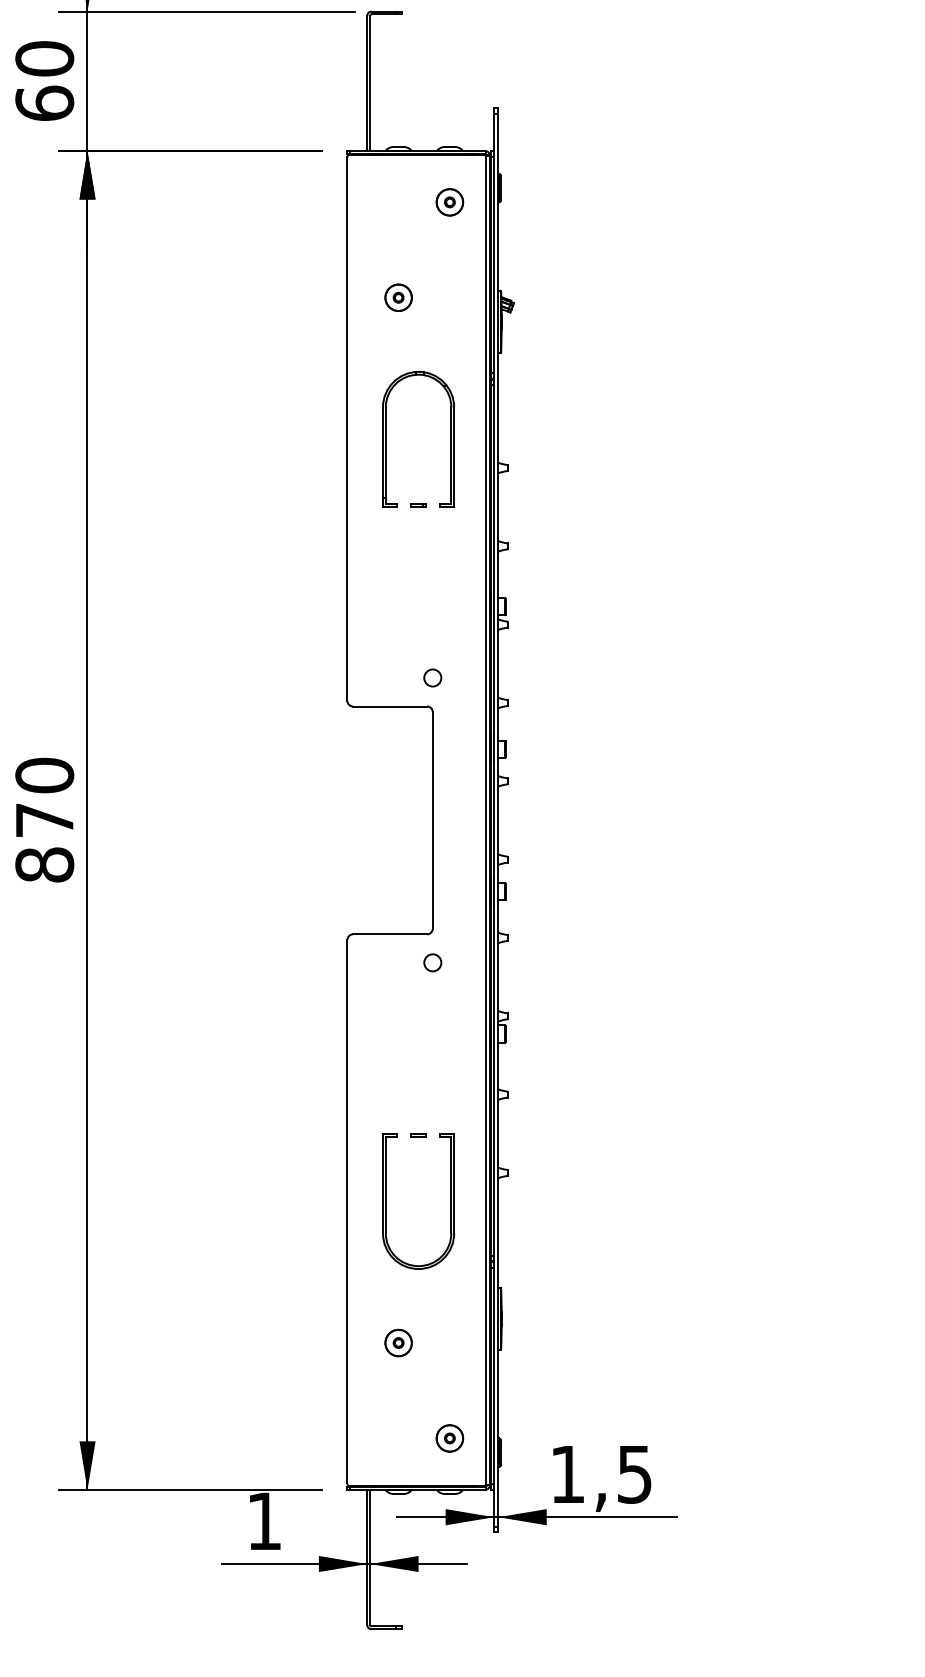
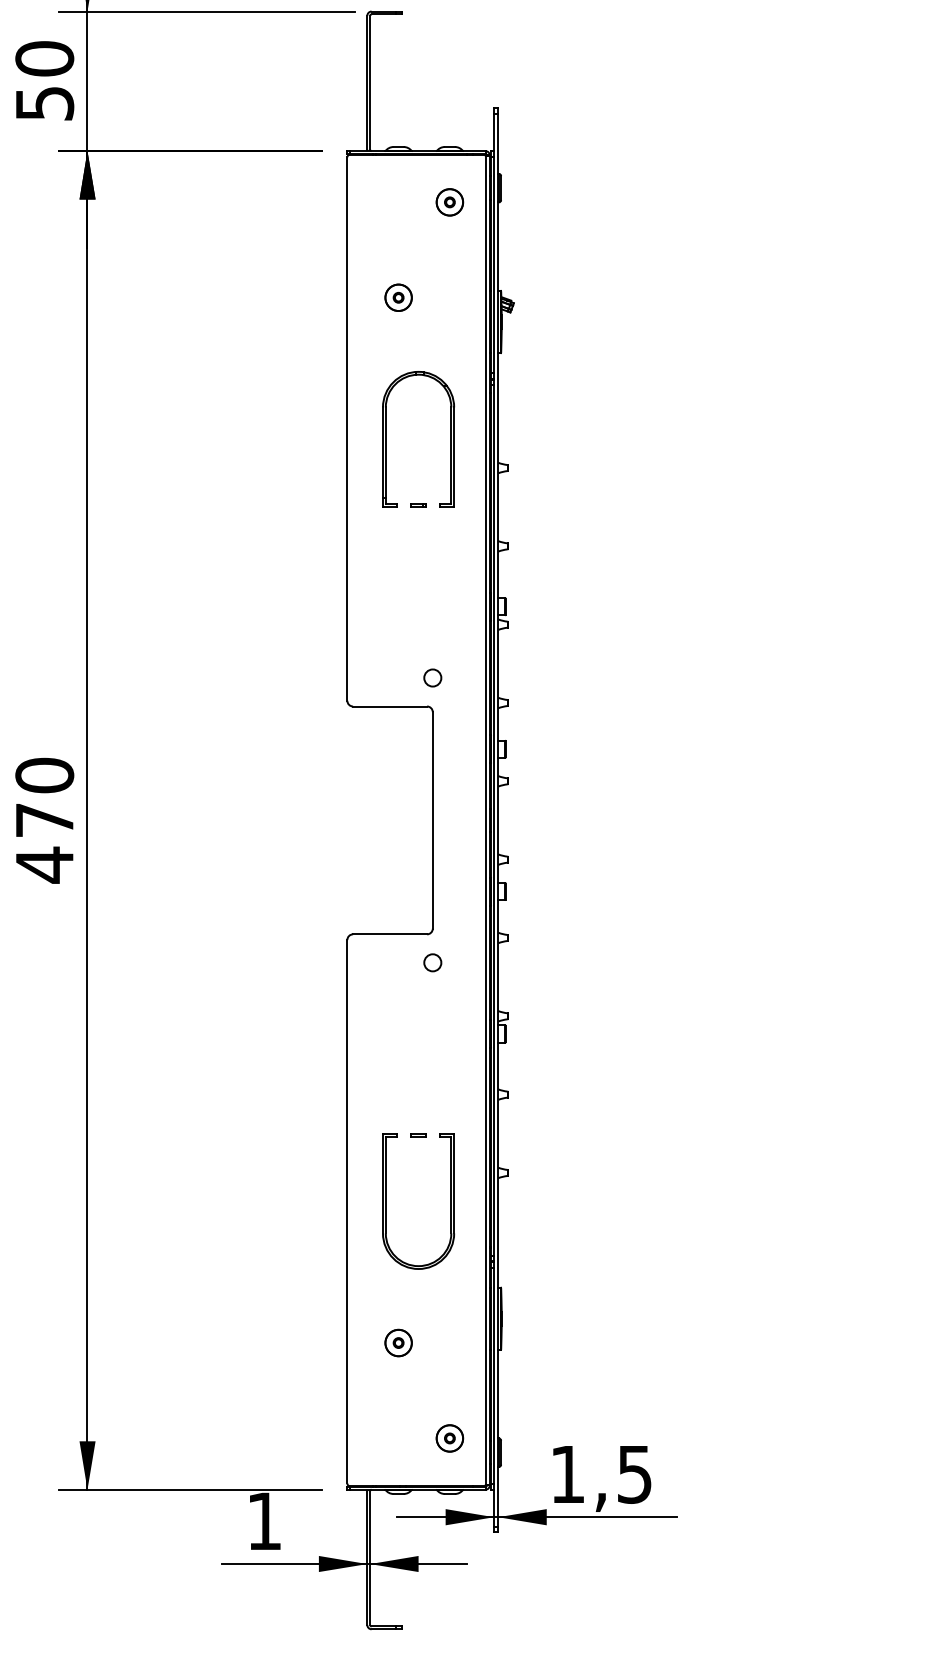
text at (44, 102): 60 -> 50
text at (44, 864): 870 -> 470
